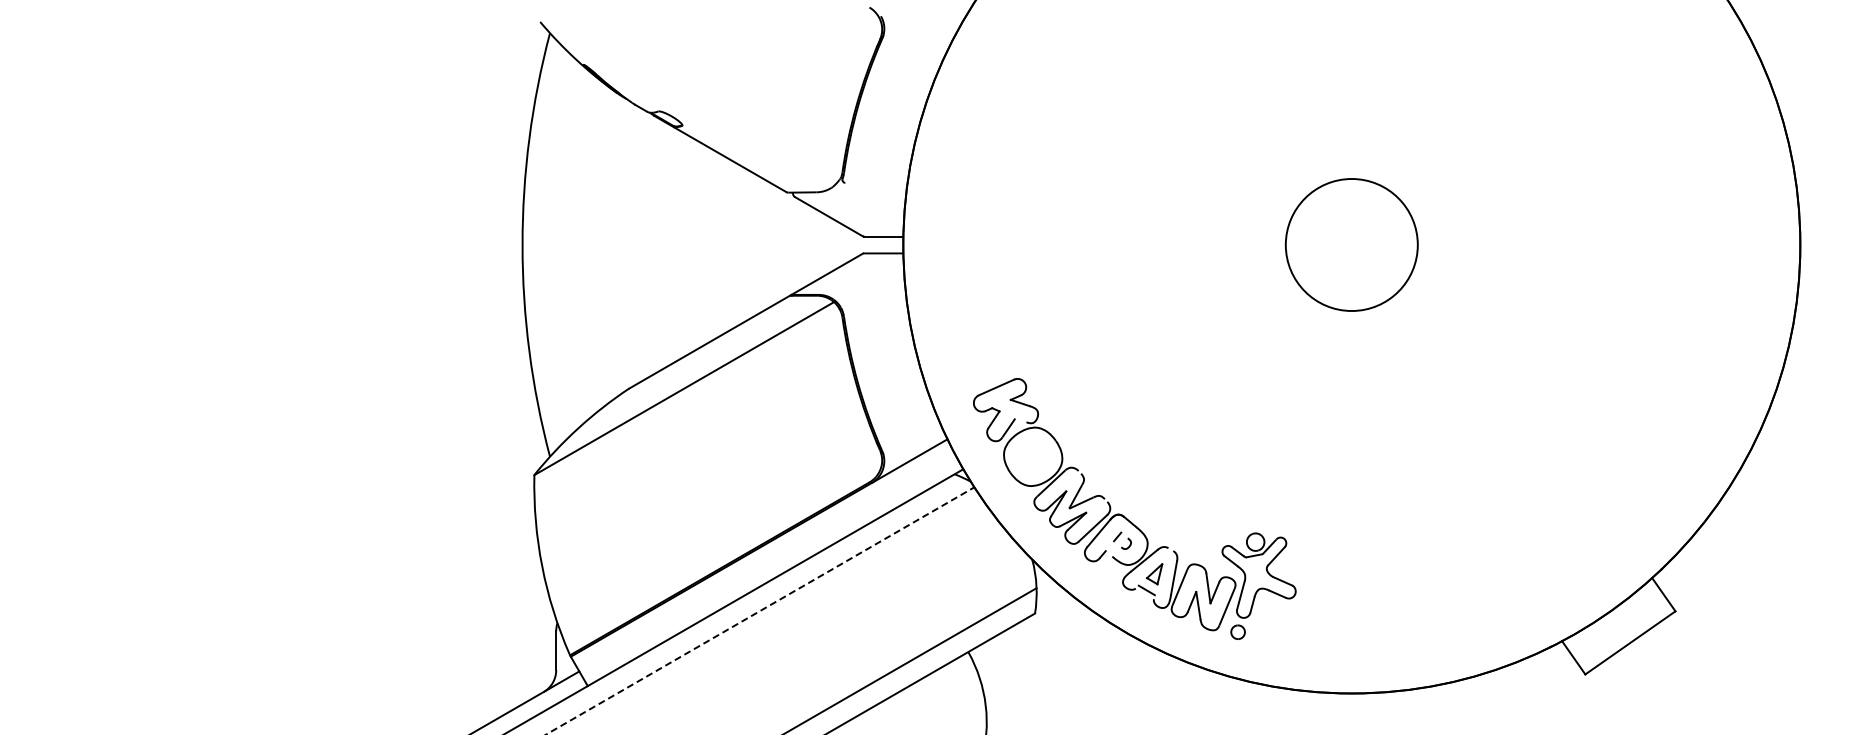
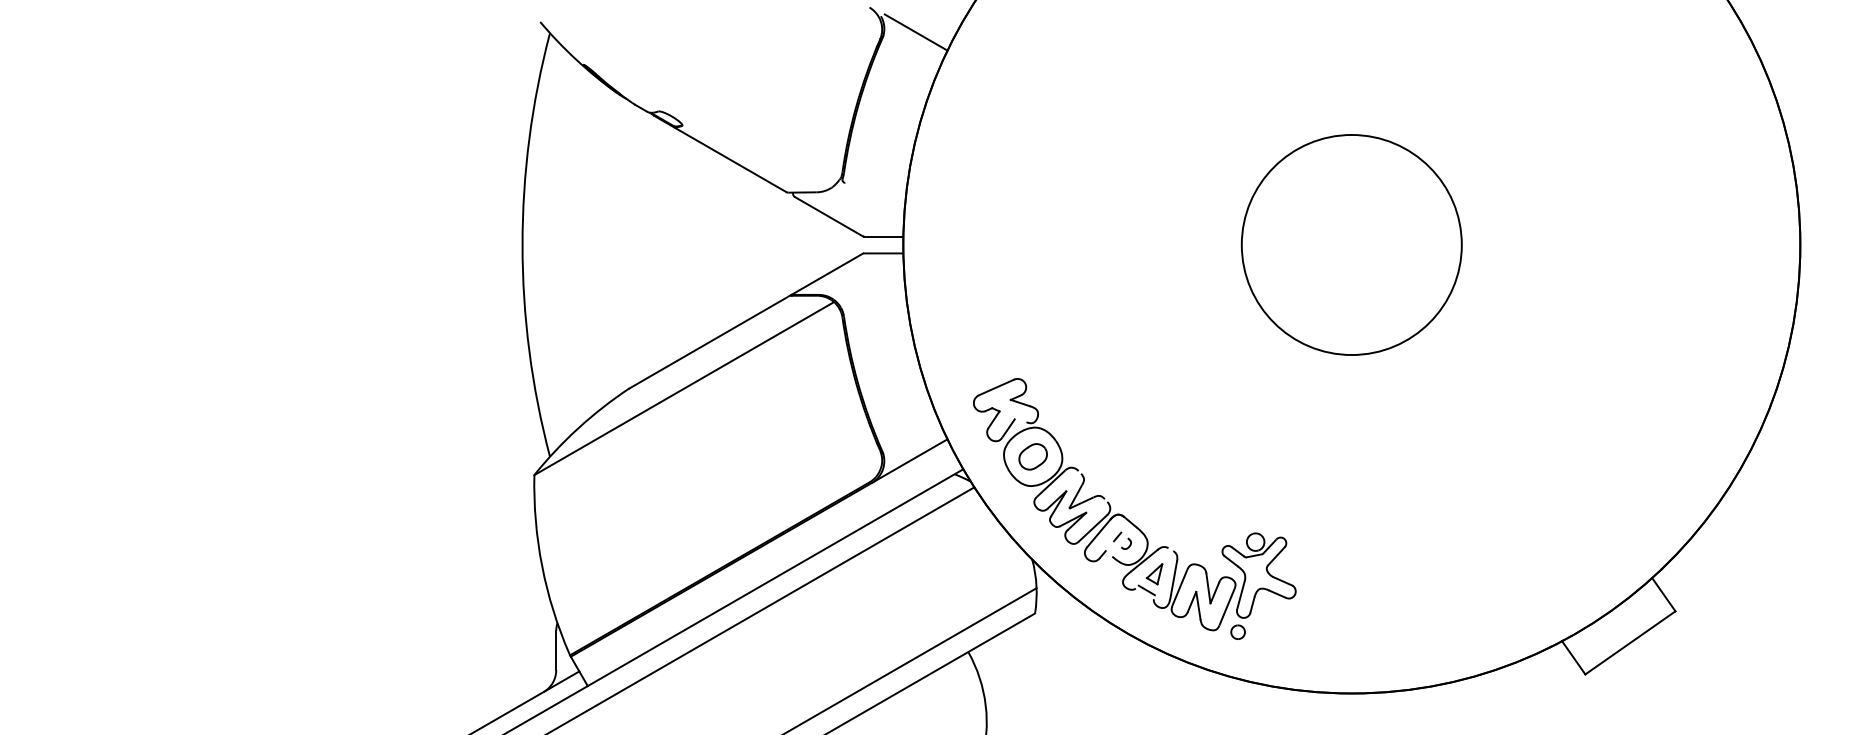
line at (915, 32): none -> present
circle at (1351, 245) diameter: 132 px -> 220 px
part at (1032, 456): none -> present
line at (760, 610): dashed -> solid
